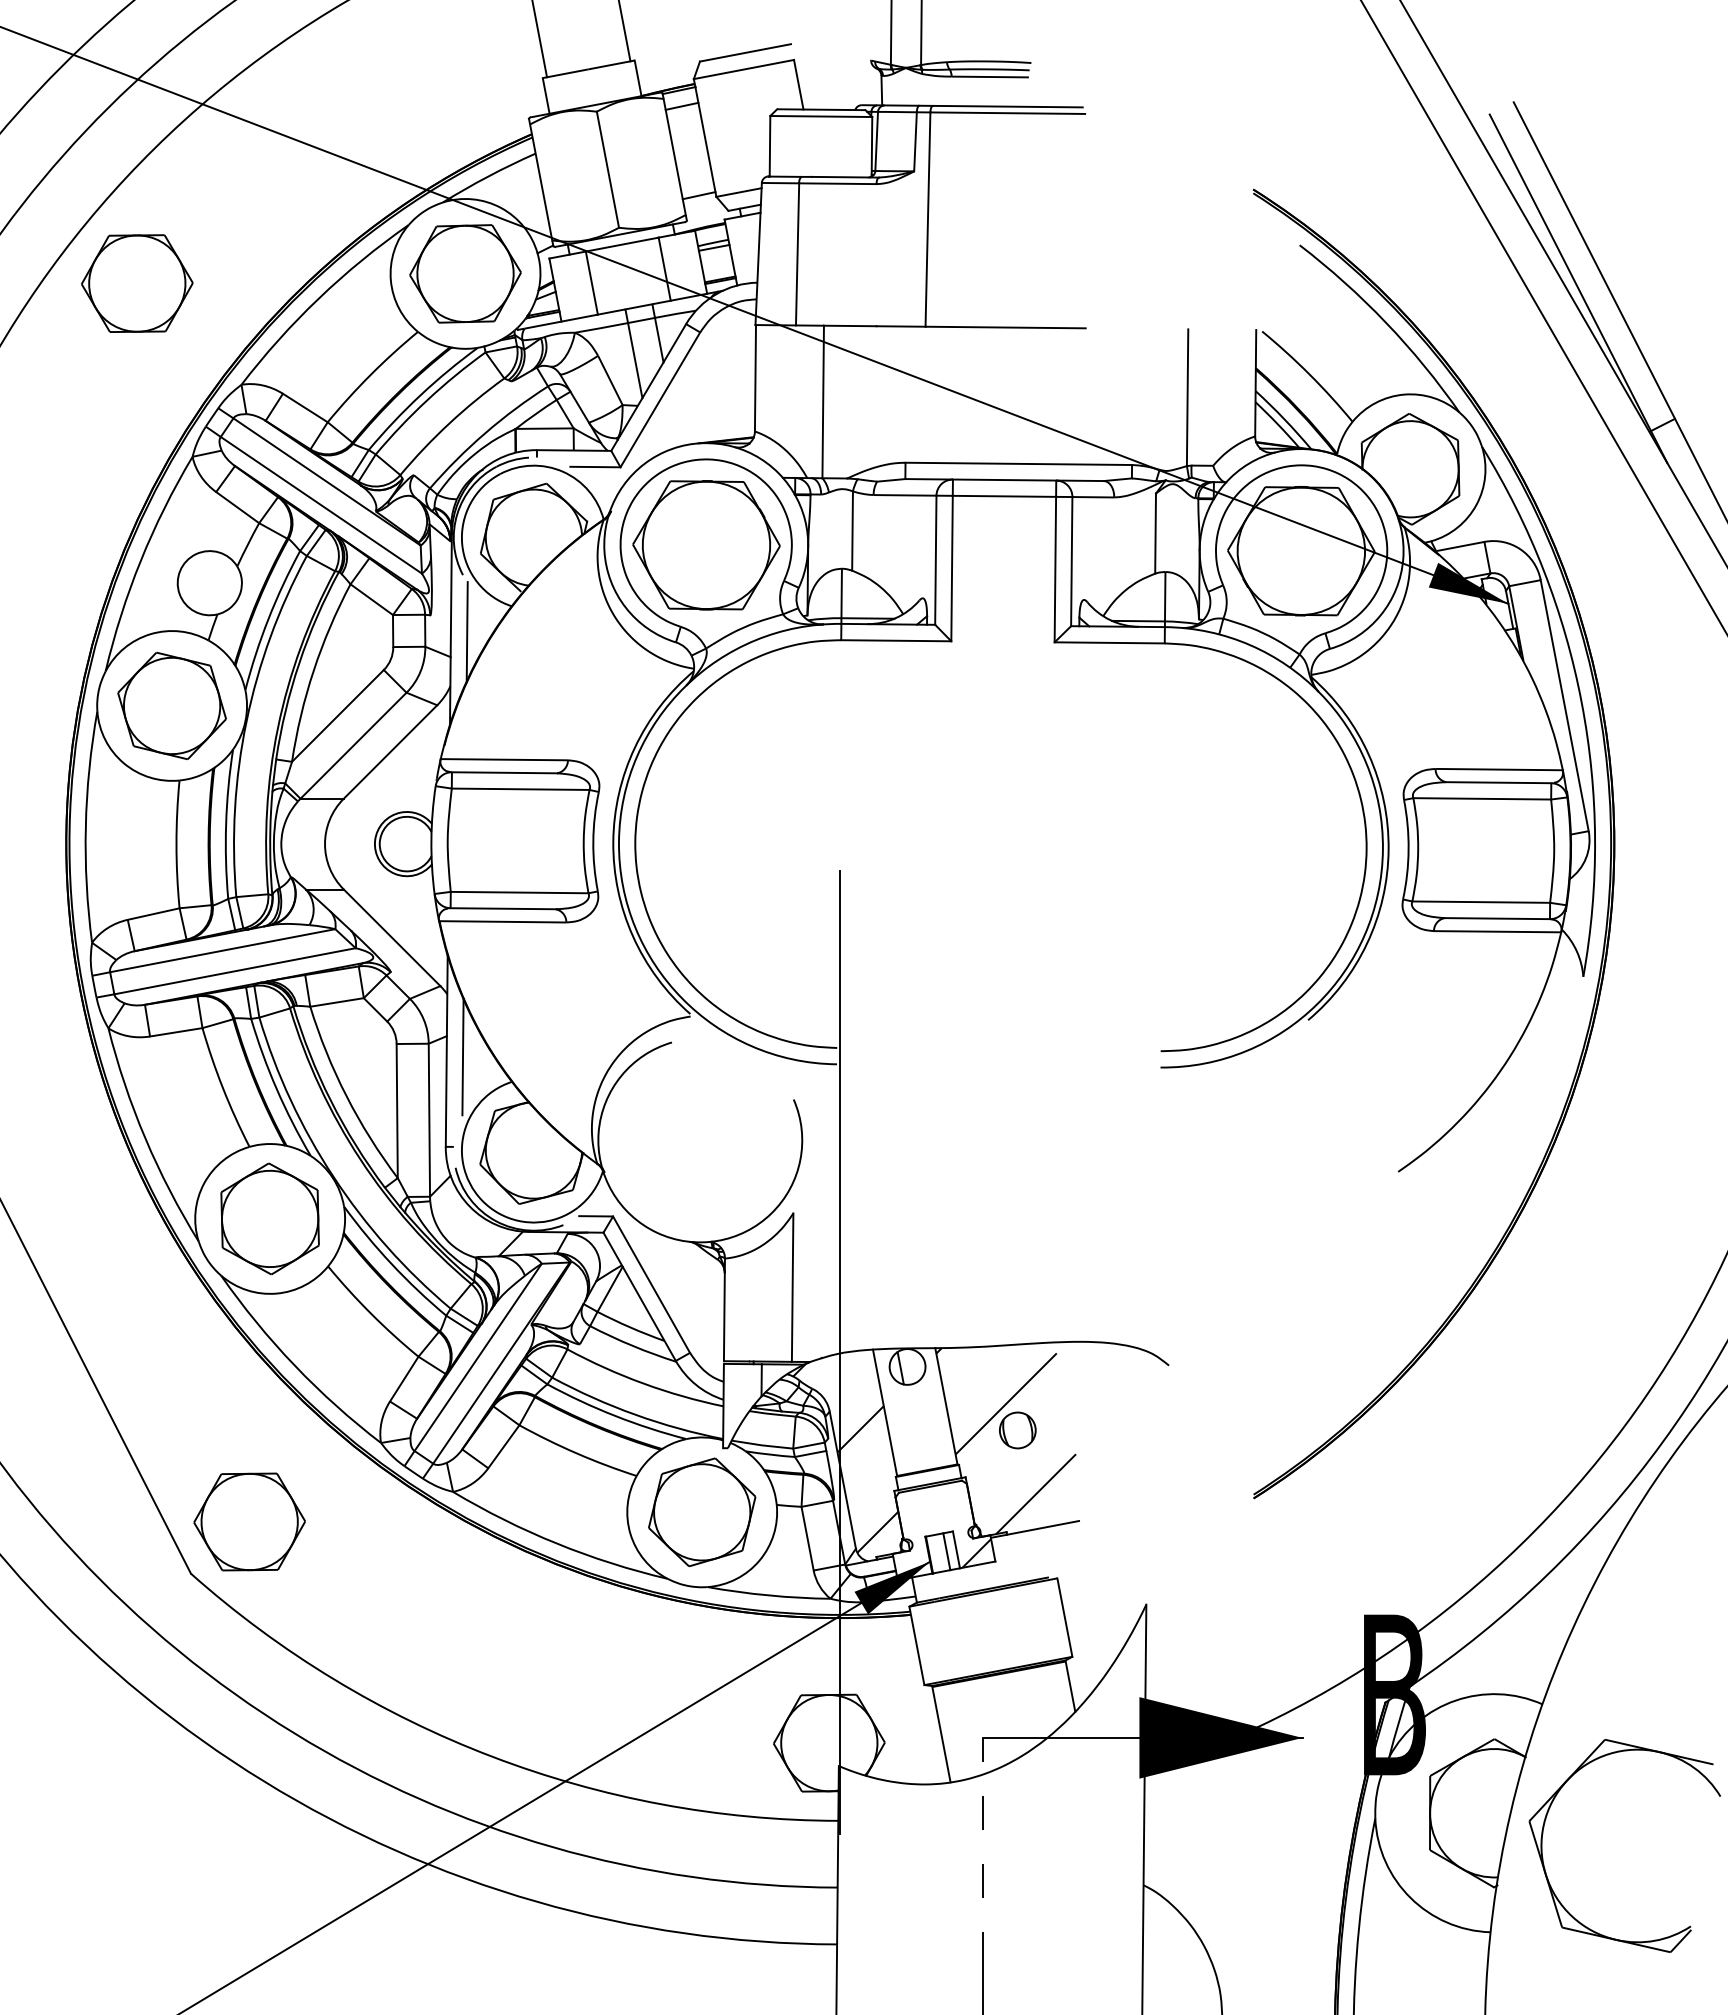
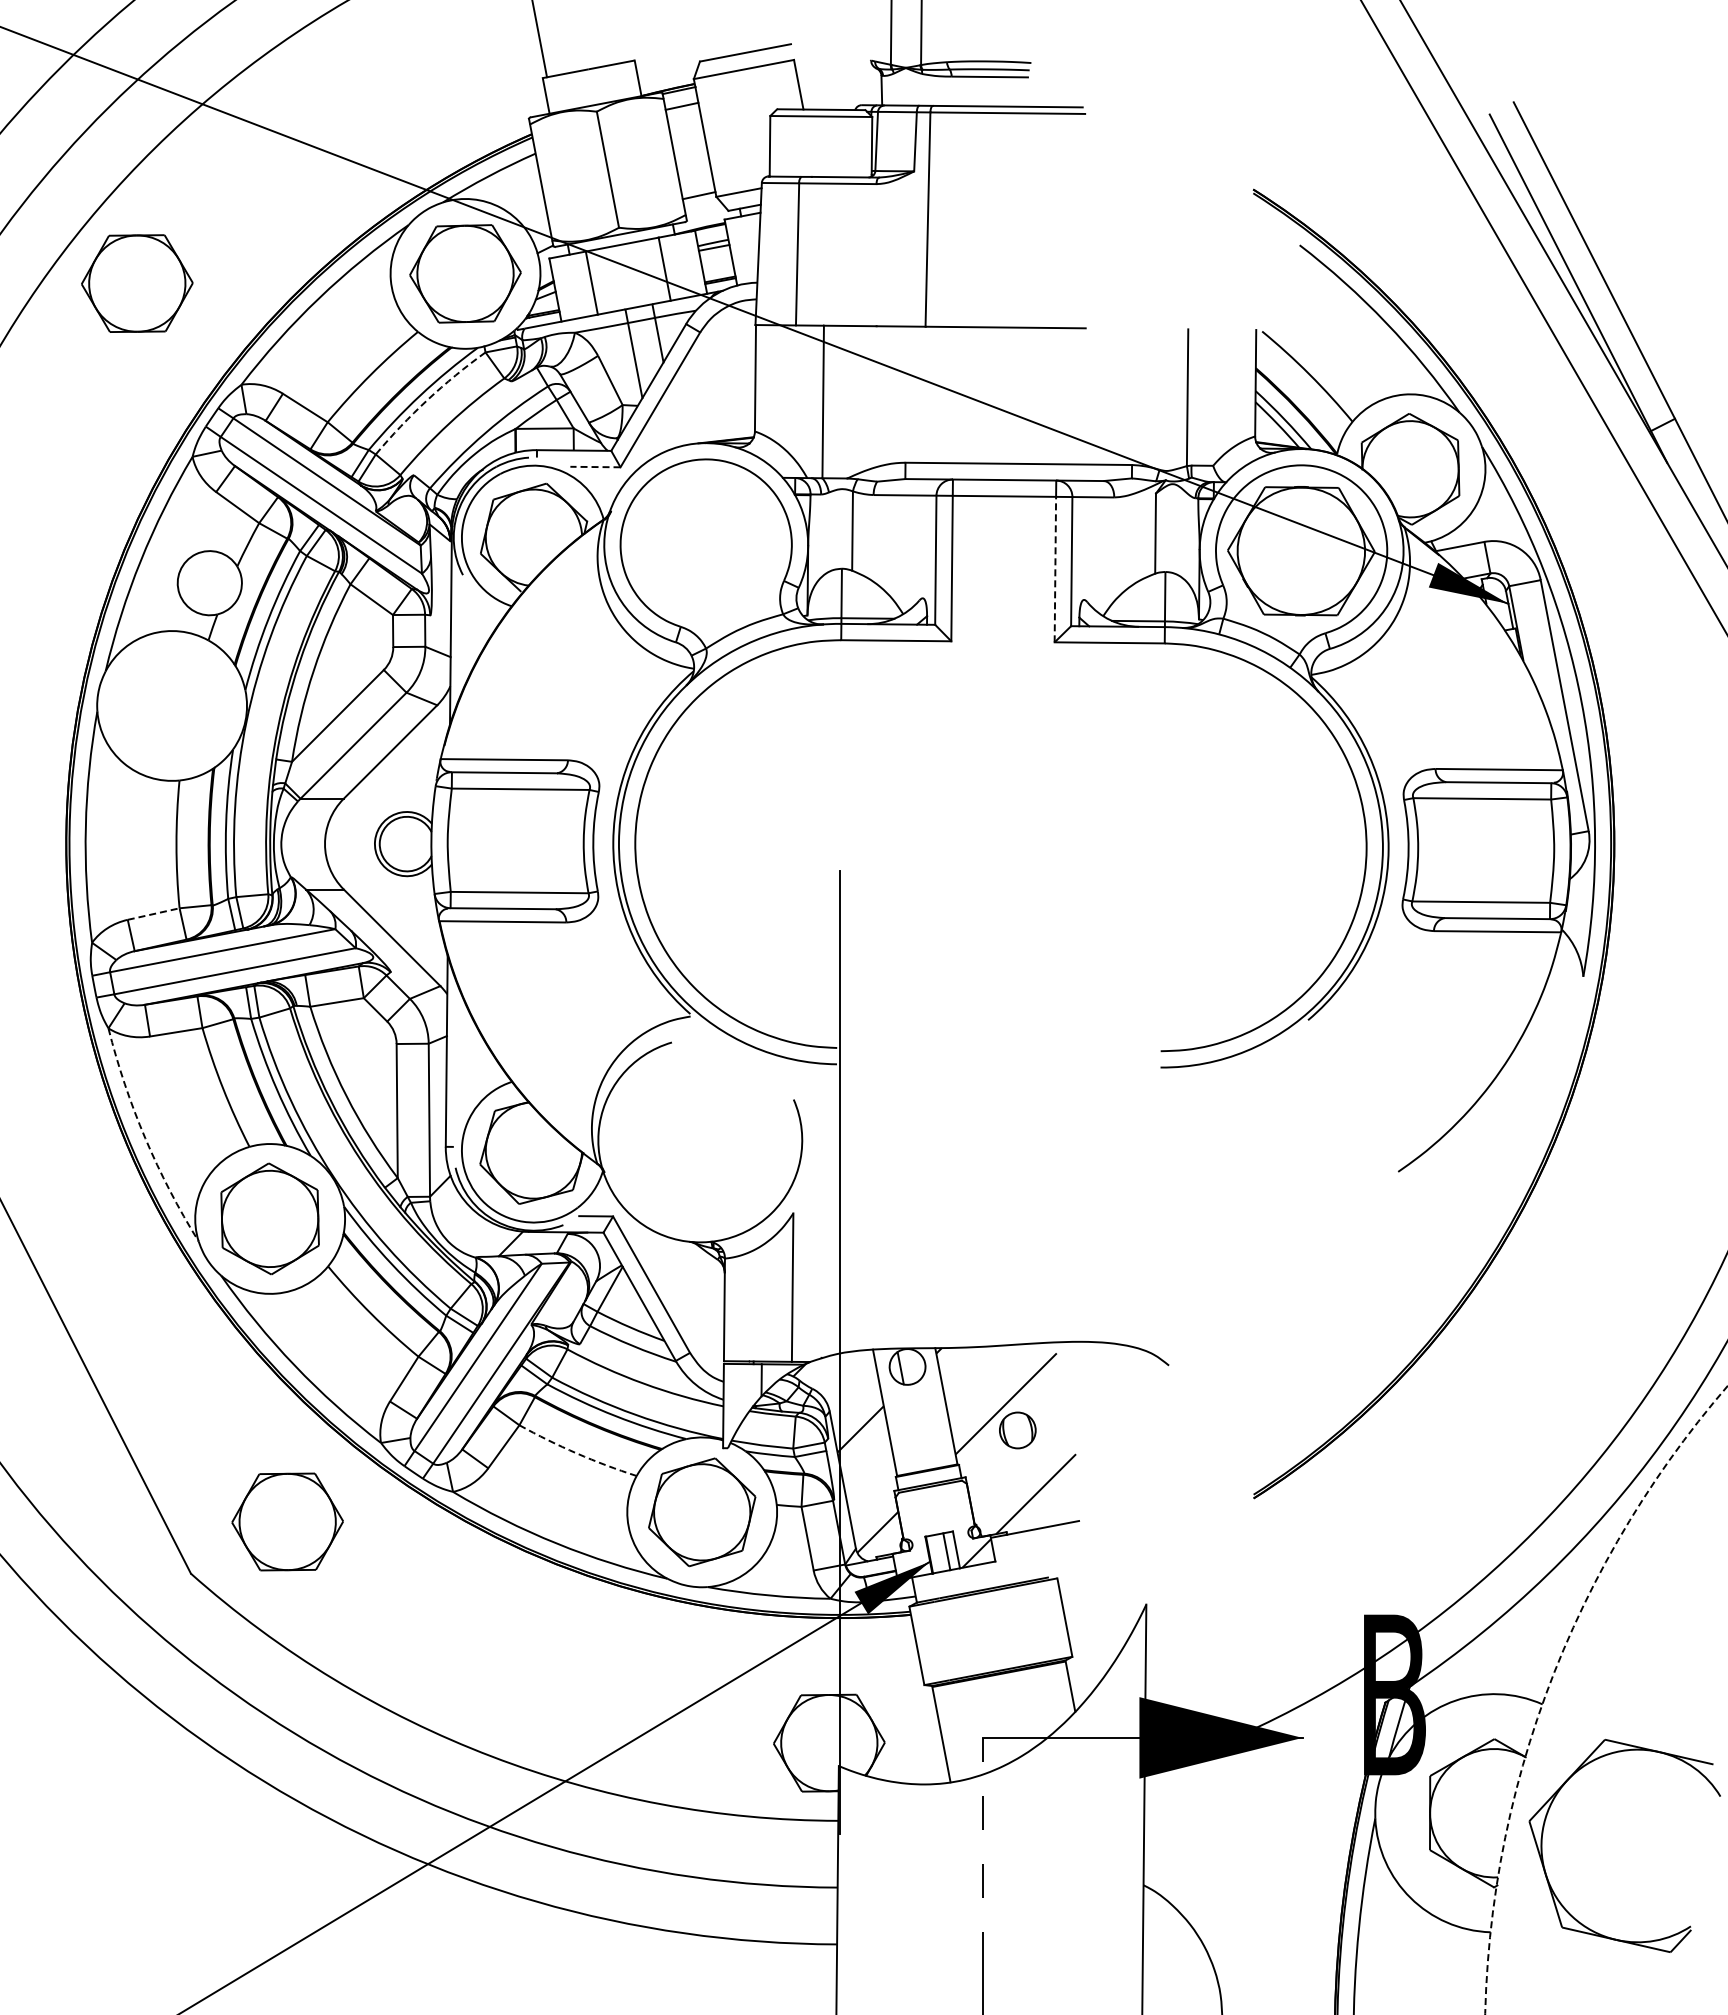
line at (624, 31): present -> none
arc at (427, 400): solid -> dashed
line at (594, 467): solid -> dashed
part at (706, 545): present -> none
line at (1055, 569): solid -> dashed
line at (466, 632): present -> none
part at (171, 705): present -> none
line at (153, 914): solid -> dashed
line at (462, 1056): present -> none
arc at (145, 1138): solid -> dashed
arc at (576, 1453): solid -> dashed
part at (249, 1521) position: (249, 1521) -> (287, 1521)
circle at (1606, 1700): solid -> dashed
